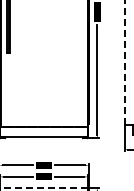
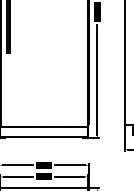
line at (124, 62): dashed -> solid
line at (44, 187): dashed -> solid
